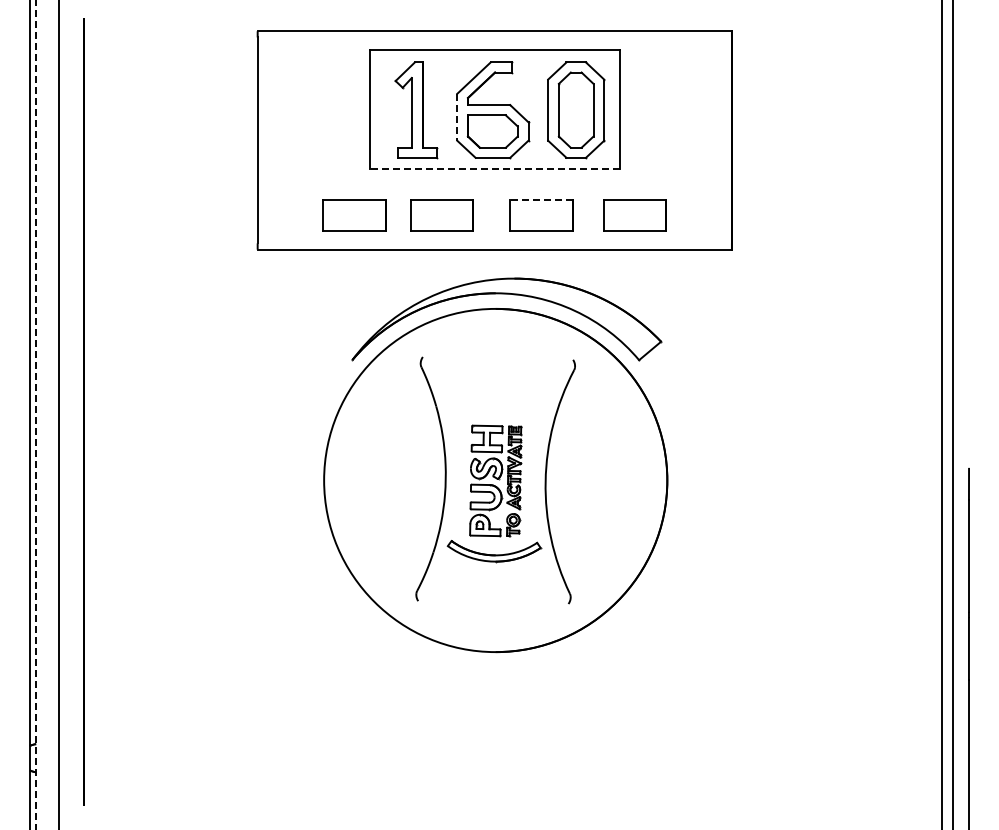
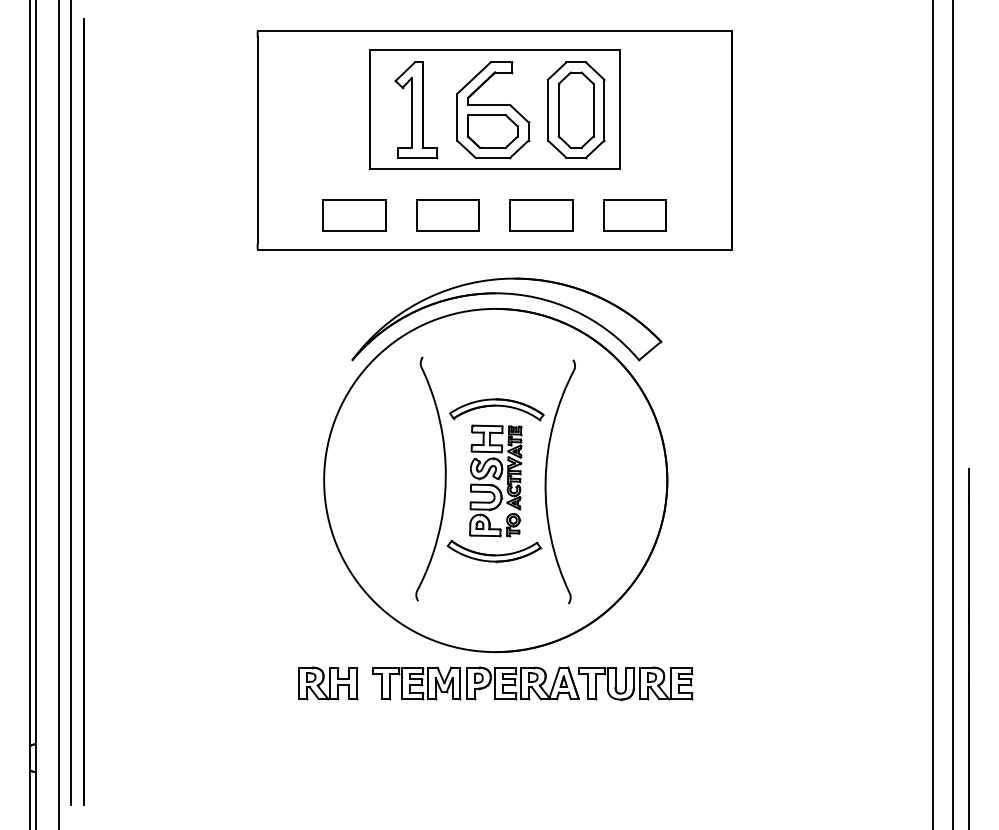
line at (457, 117): dashed -> solid
line at (494, 168): dashed -> solid
line at (541, 199): dashed -> solid
part at (441, 215) position: (441, 215) -> (447, 215)
line at (71, 403): none -> present
part at (496, 409): none -> present
line at (941, 414) position: (941, 414) -> (932, 414)
line at (36, 415): dashed -> solid
part at (328, 683): none -> present
part at (532, 683): none -> present
